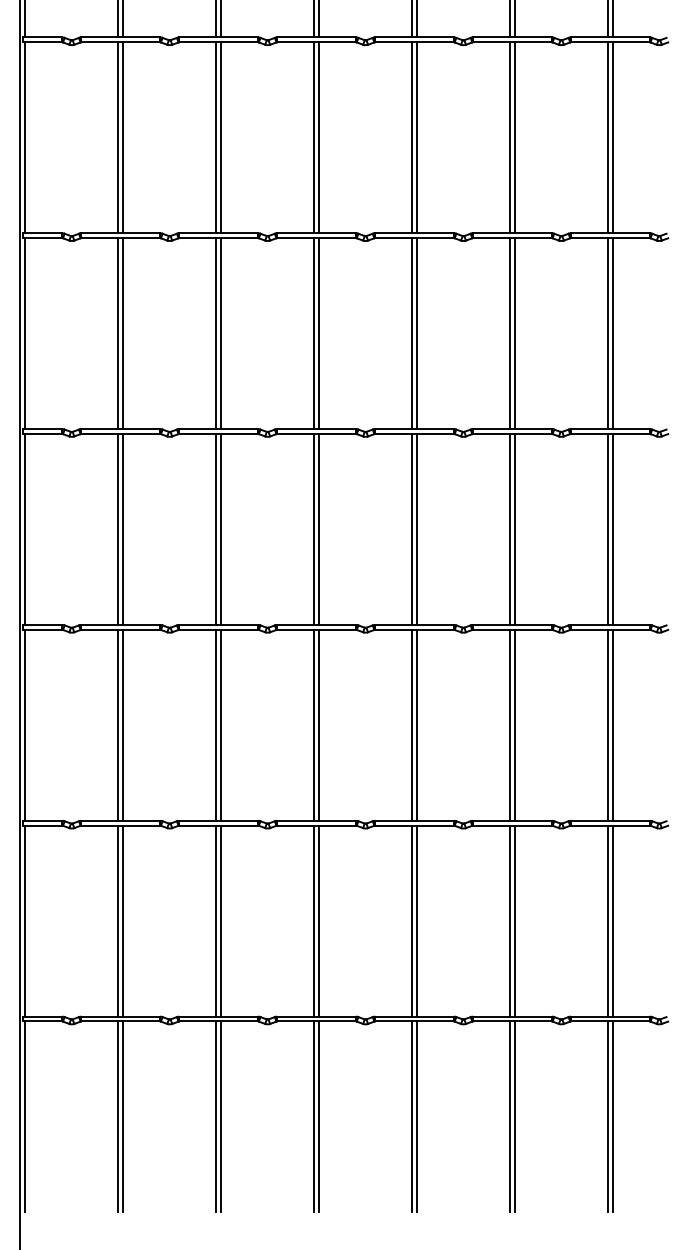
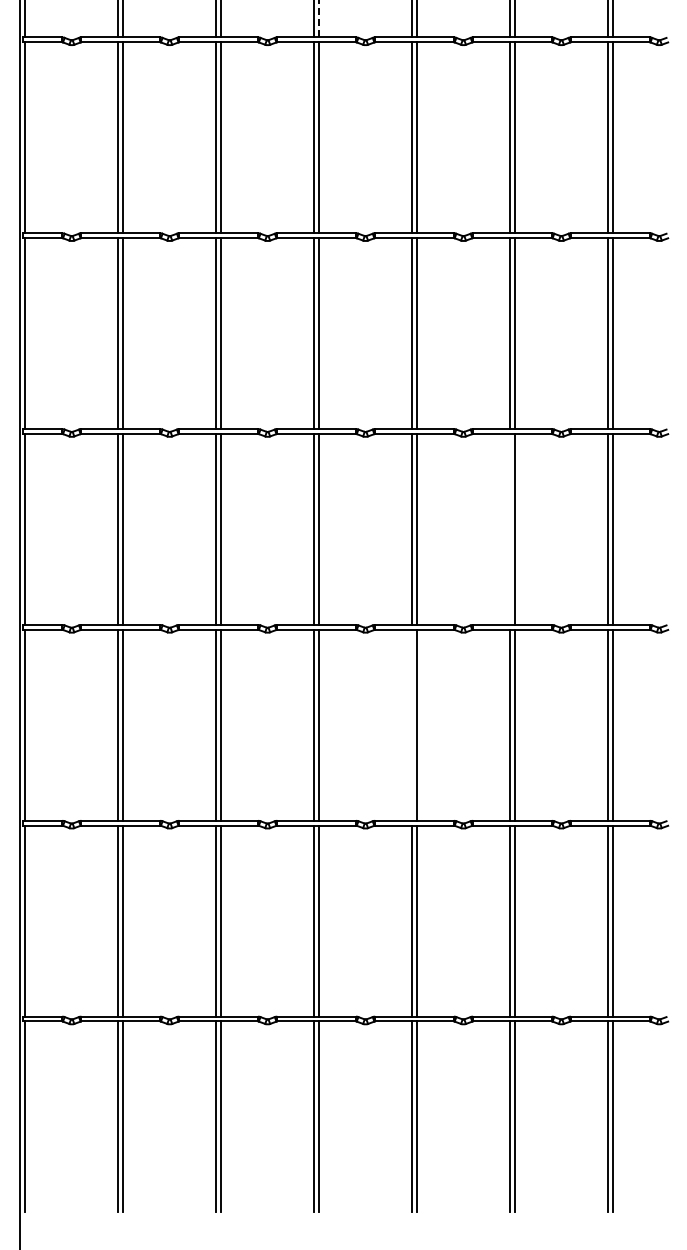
line at (319, 18): solid -> dashed
line at (510, 529): present -> none
line at (412, 724): present -> none
